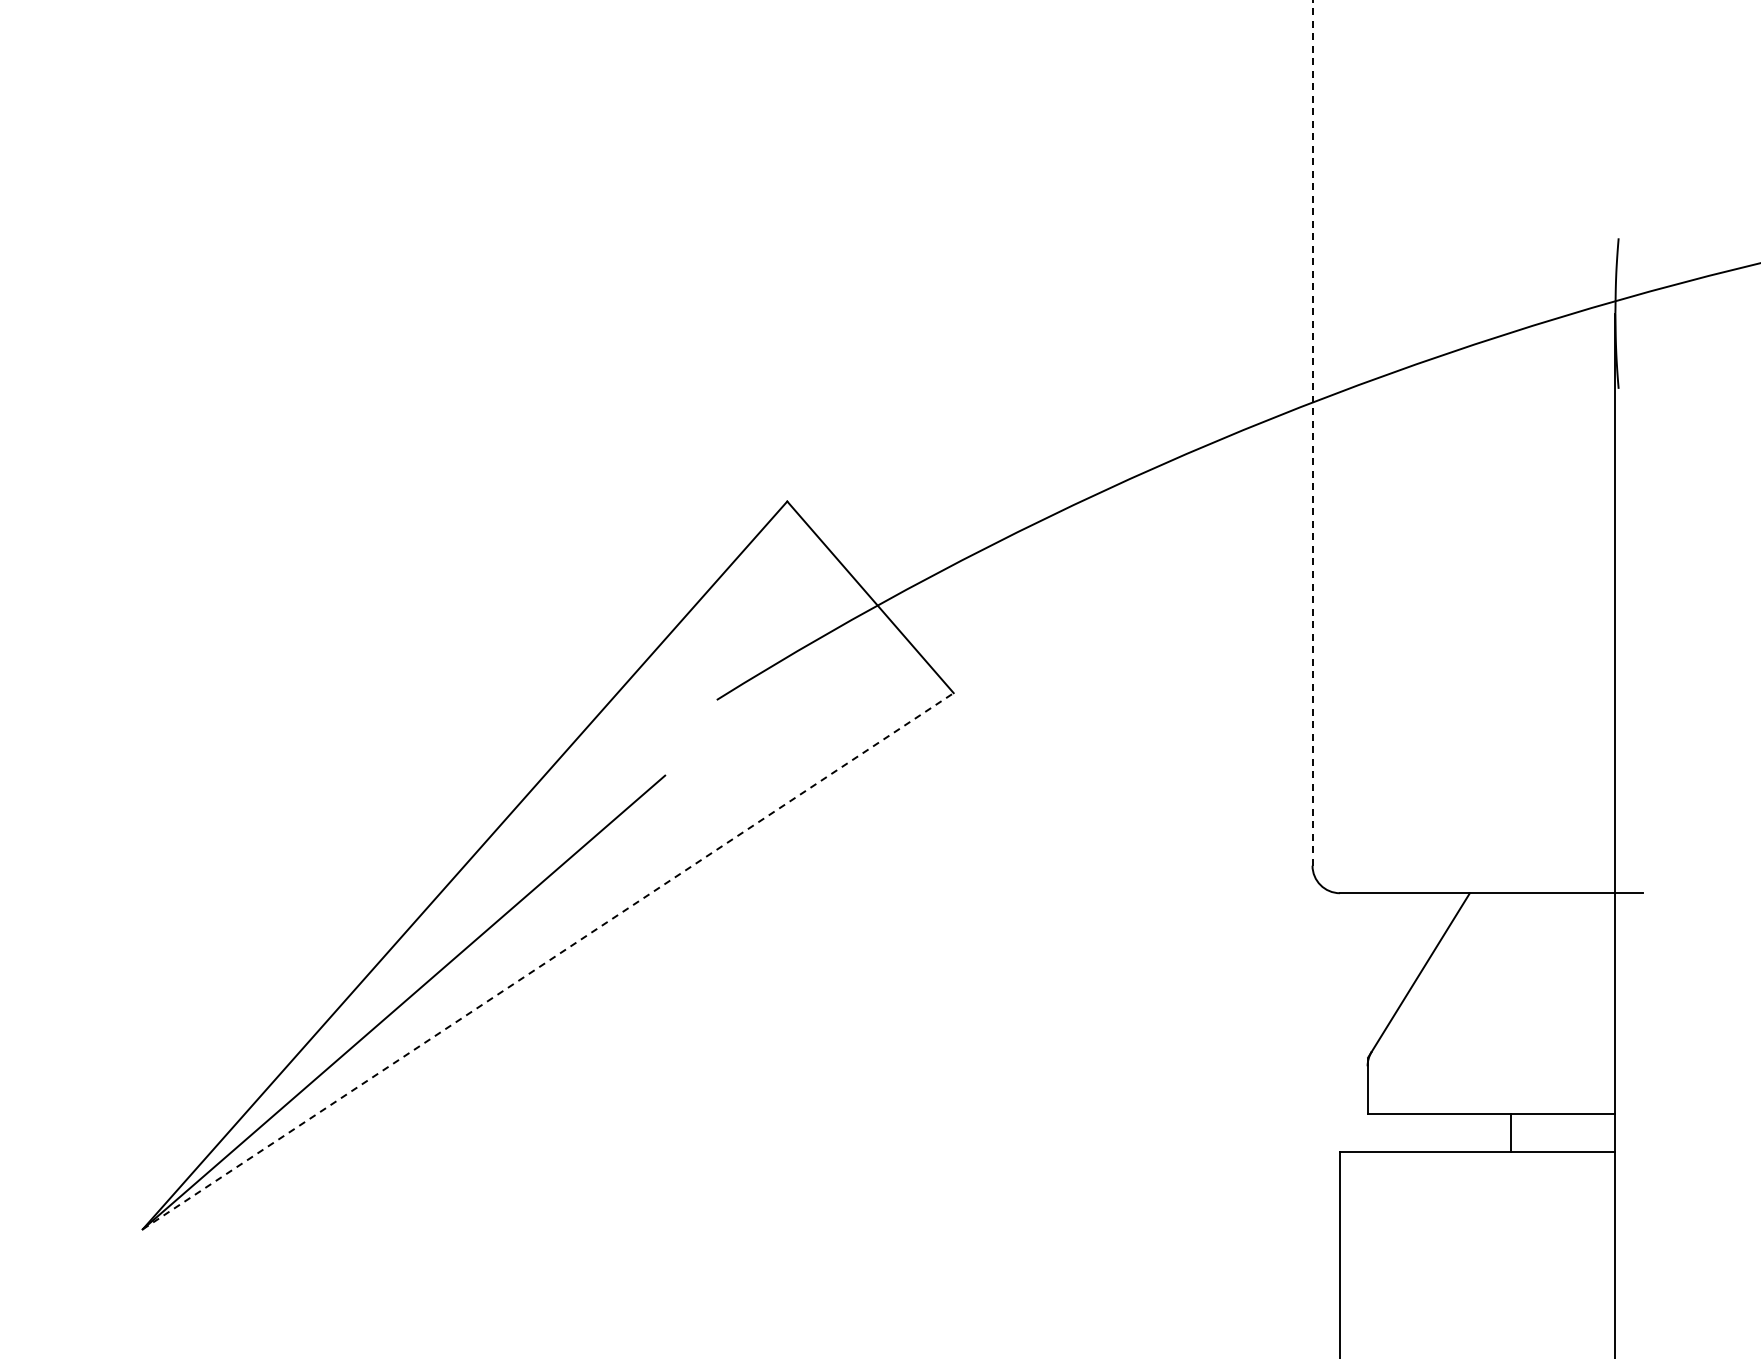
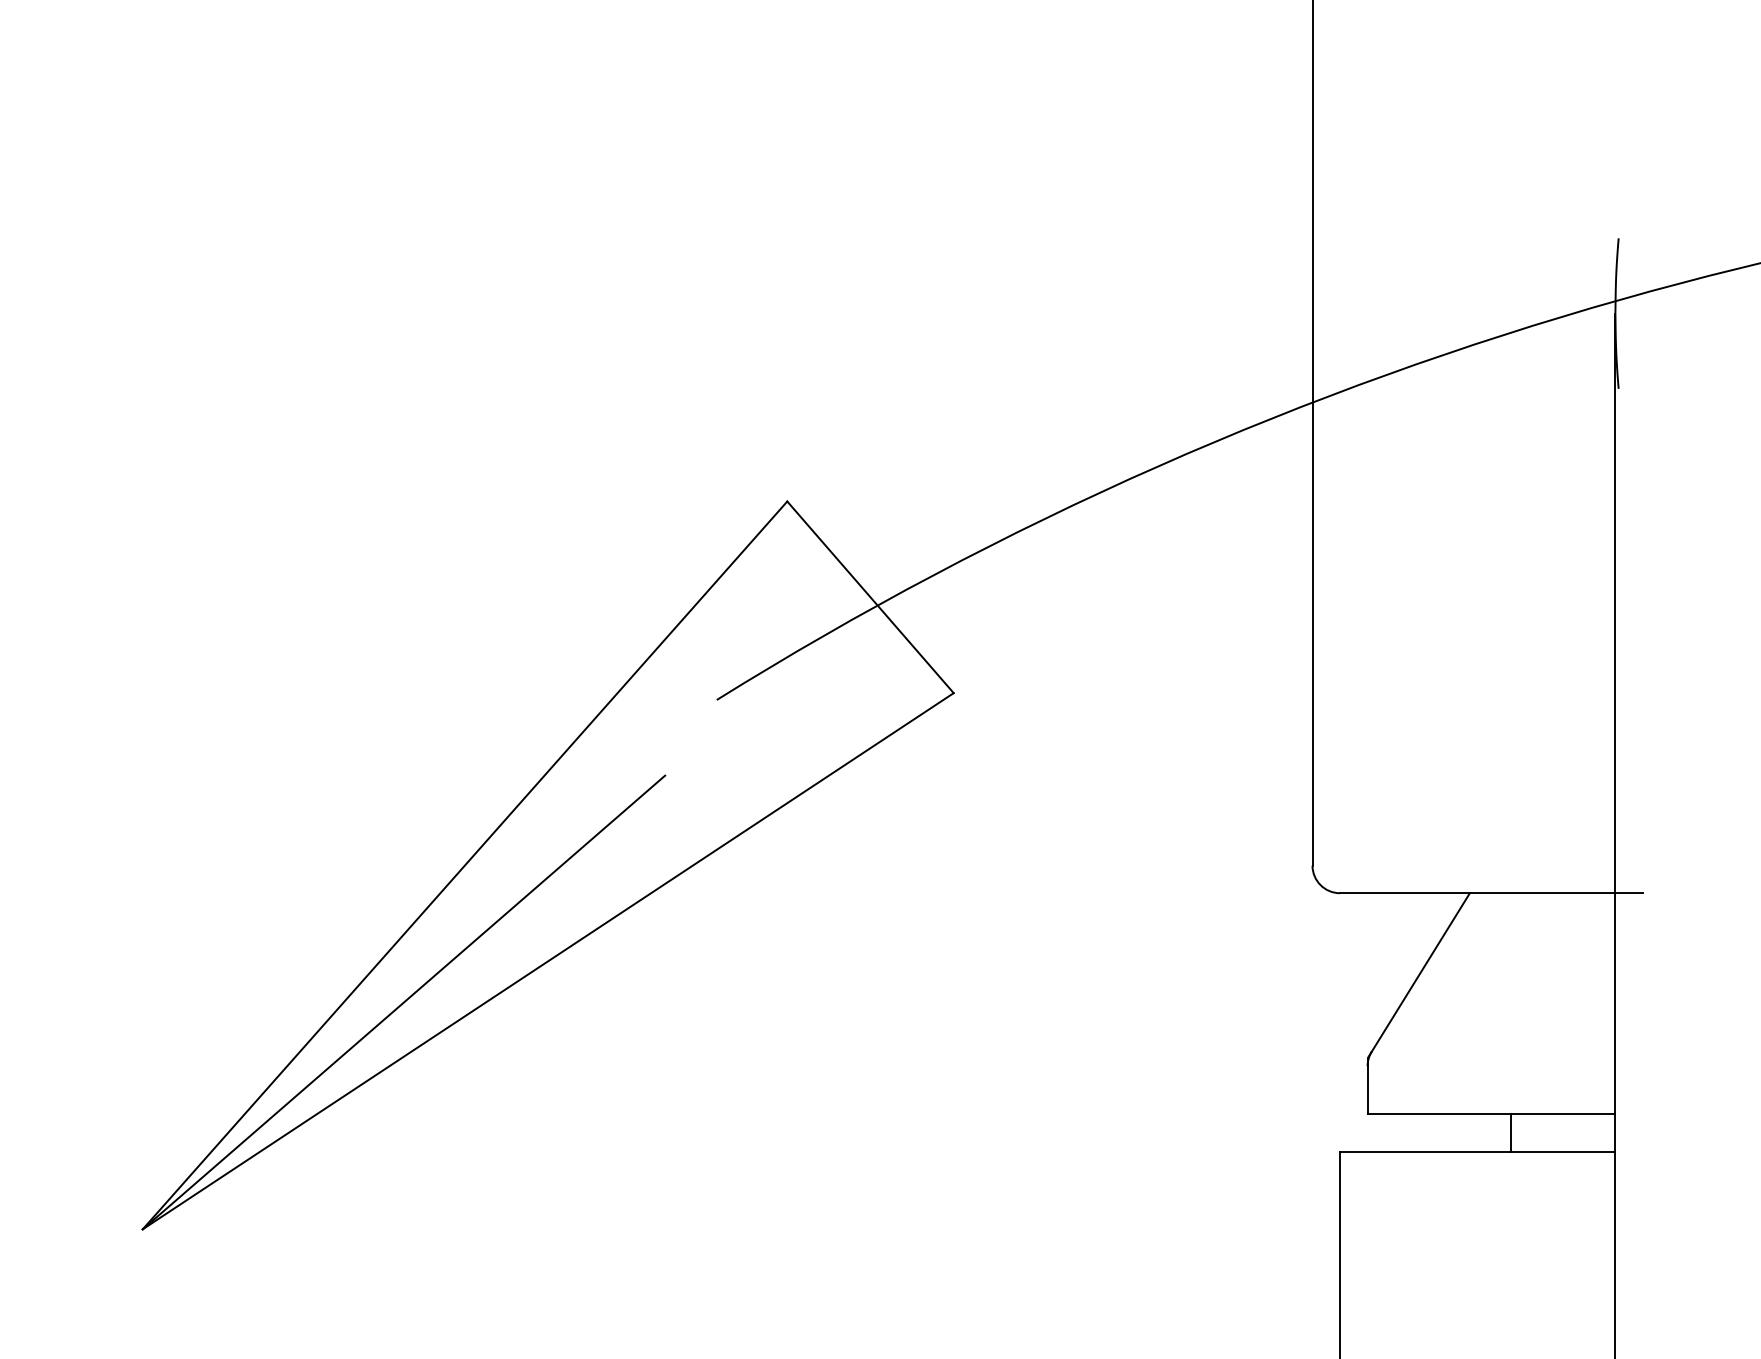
line at (1312, 432): dashed -> solid
line at (548, 960): dashed -> solid
